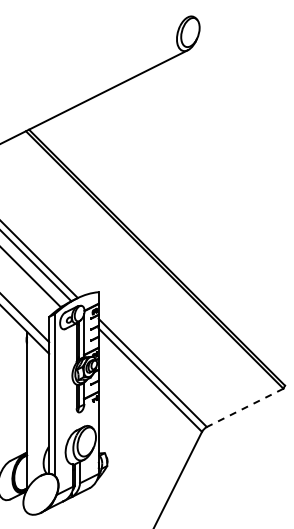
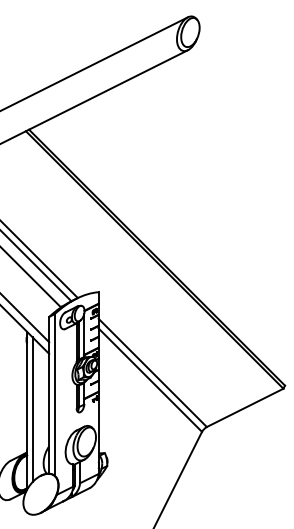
line at (94, 63): none -> present
line at (245, 407): dashed -> solid
line at (32, 409): none -> present
